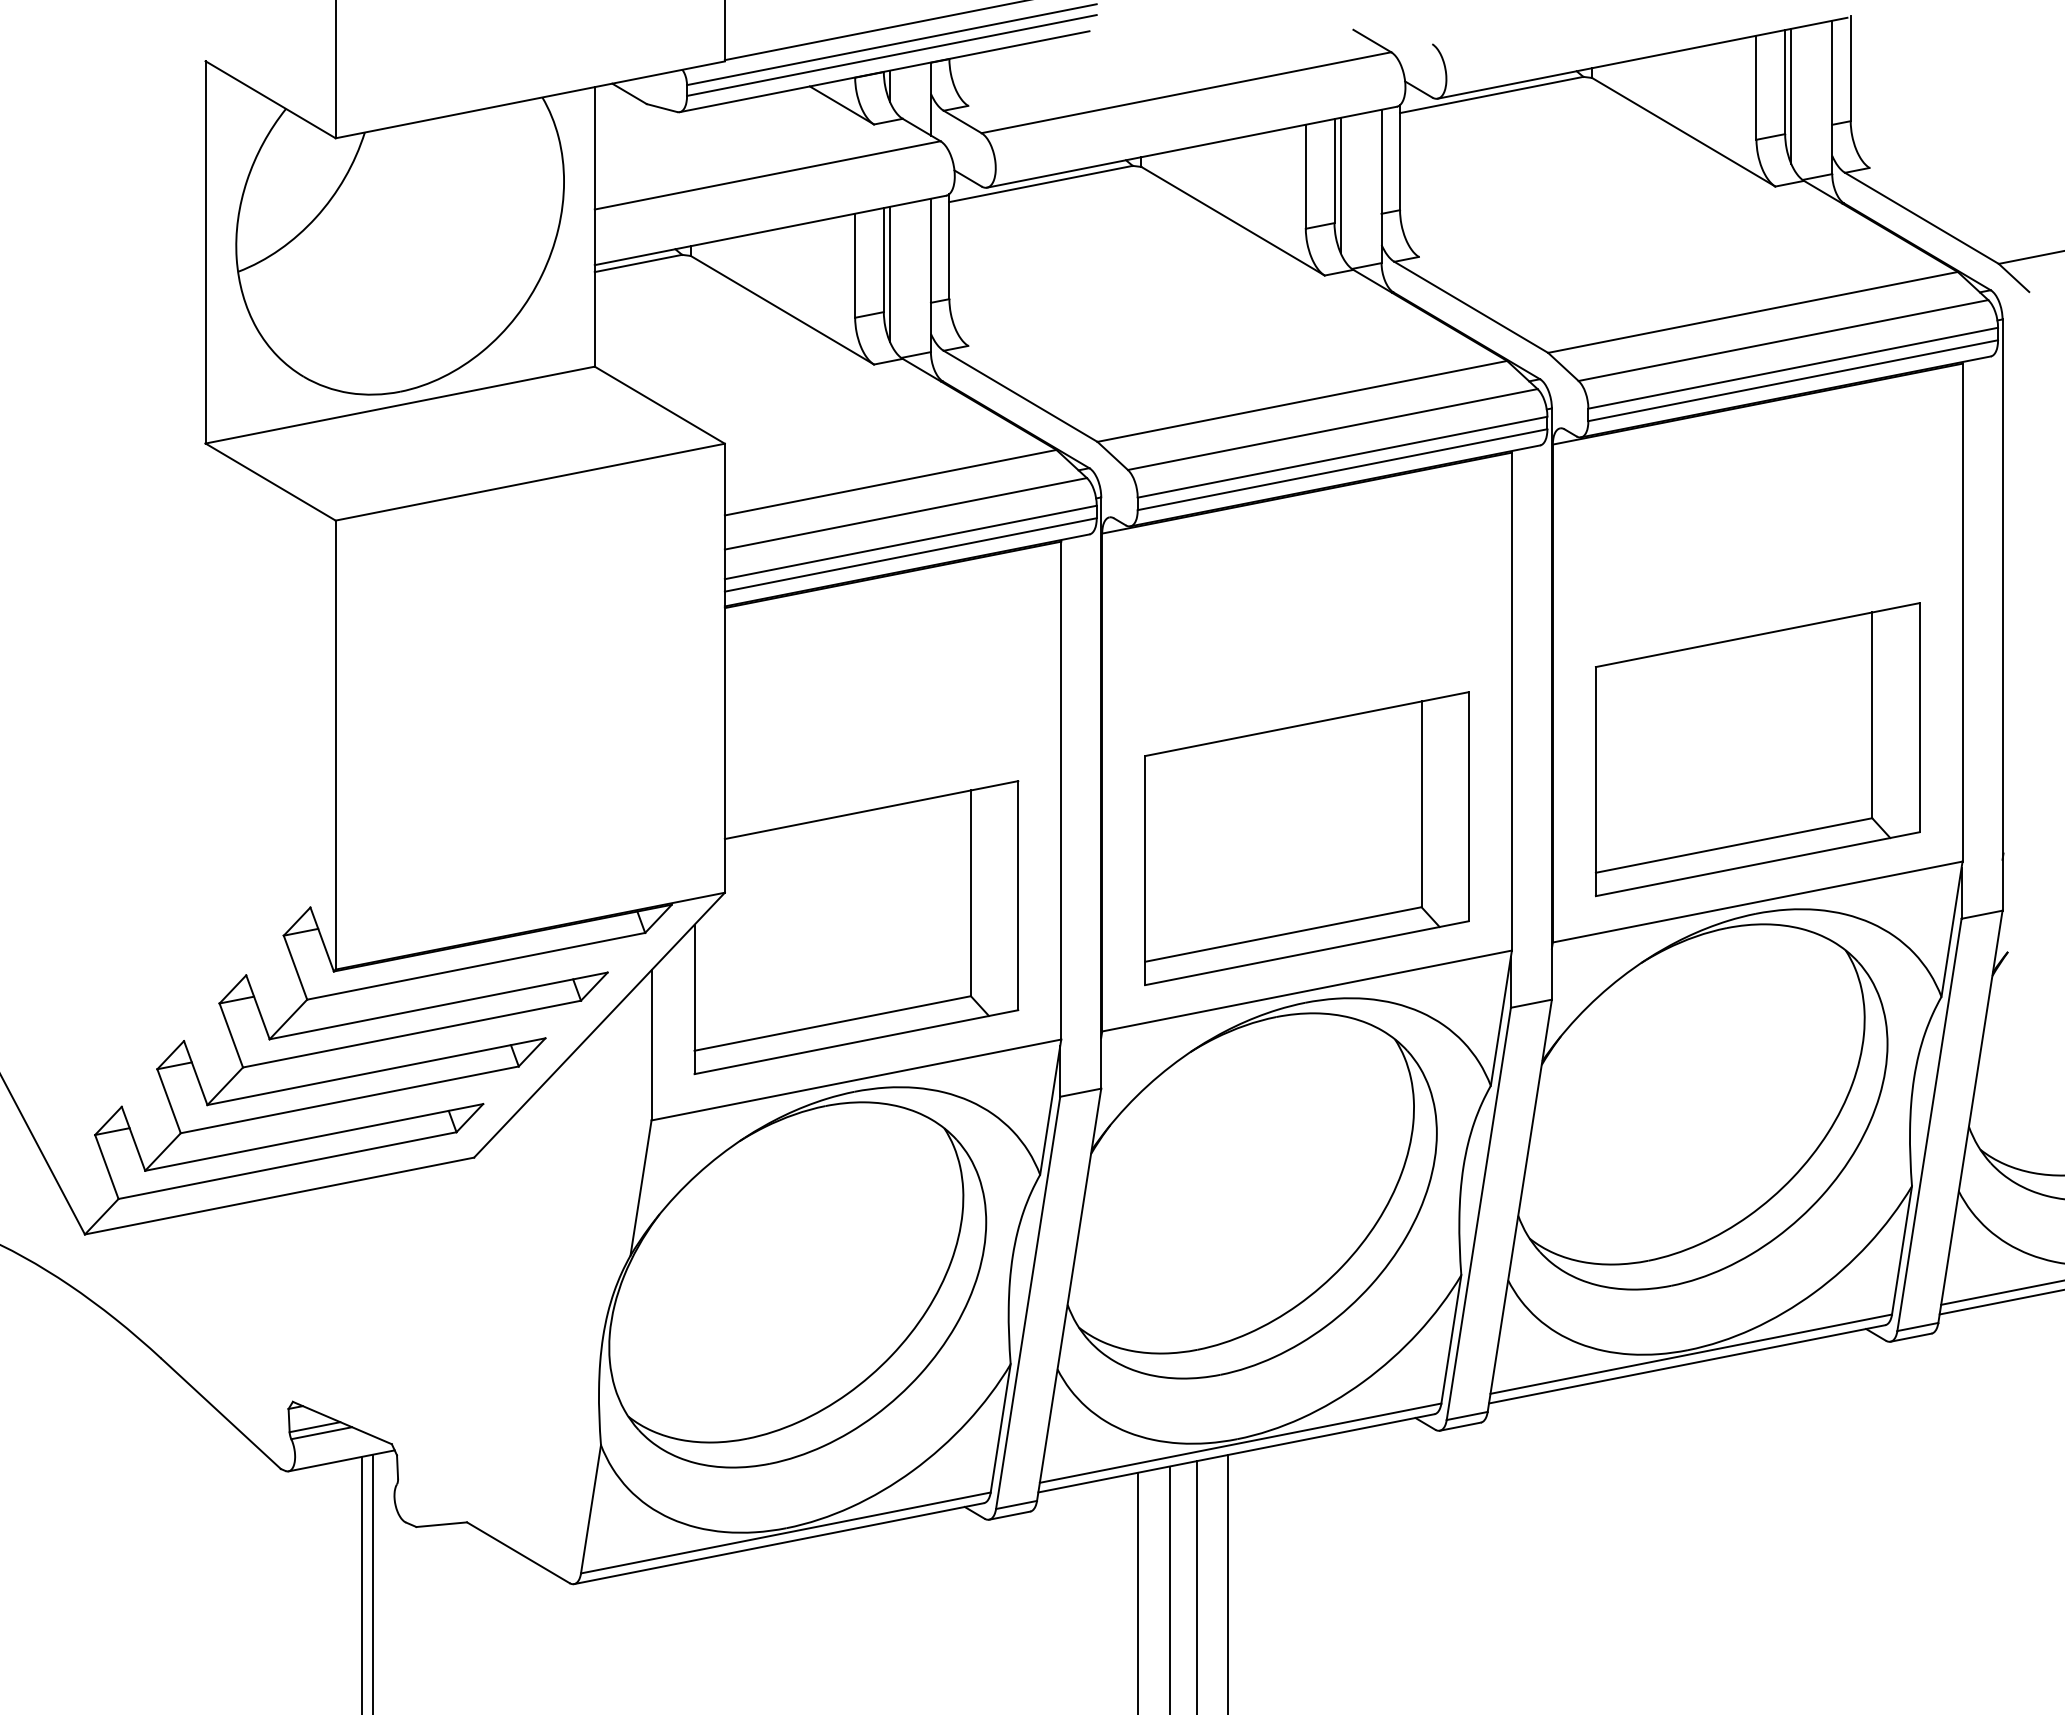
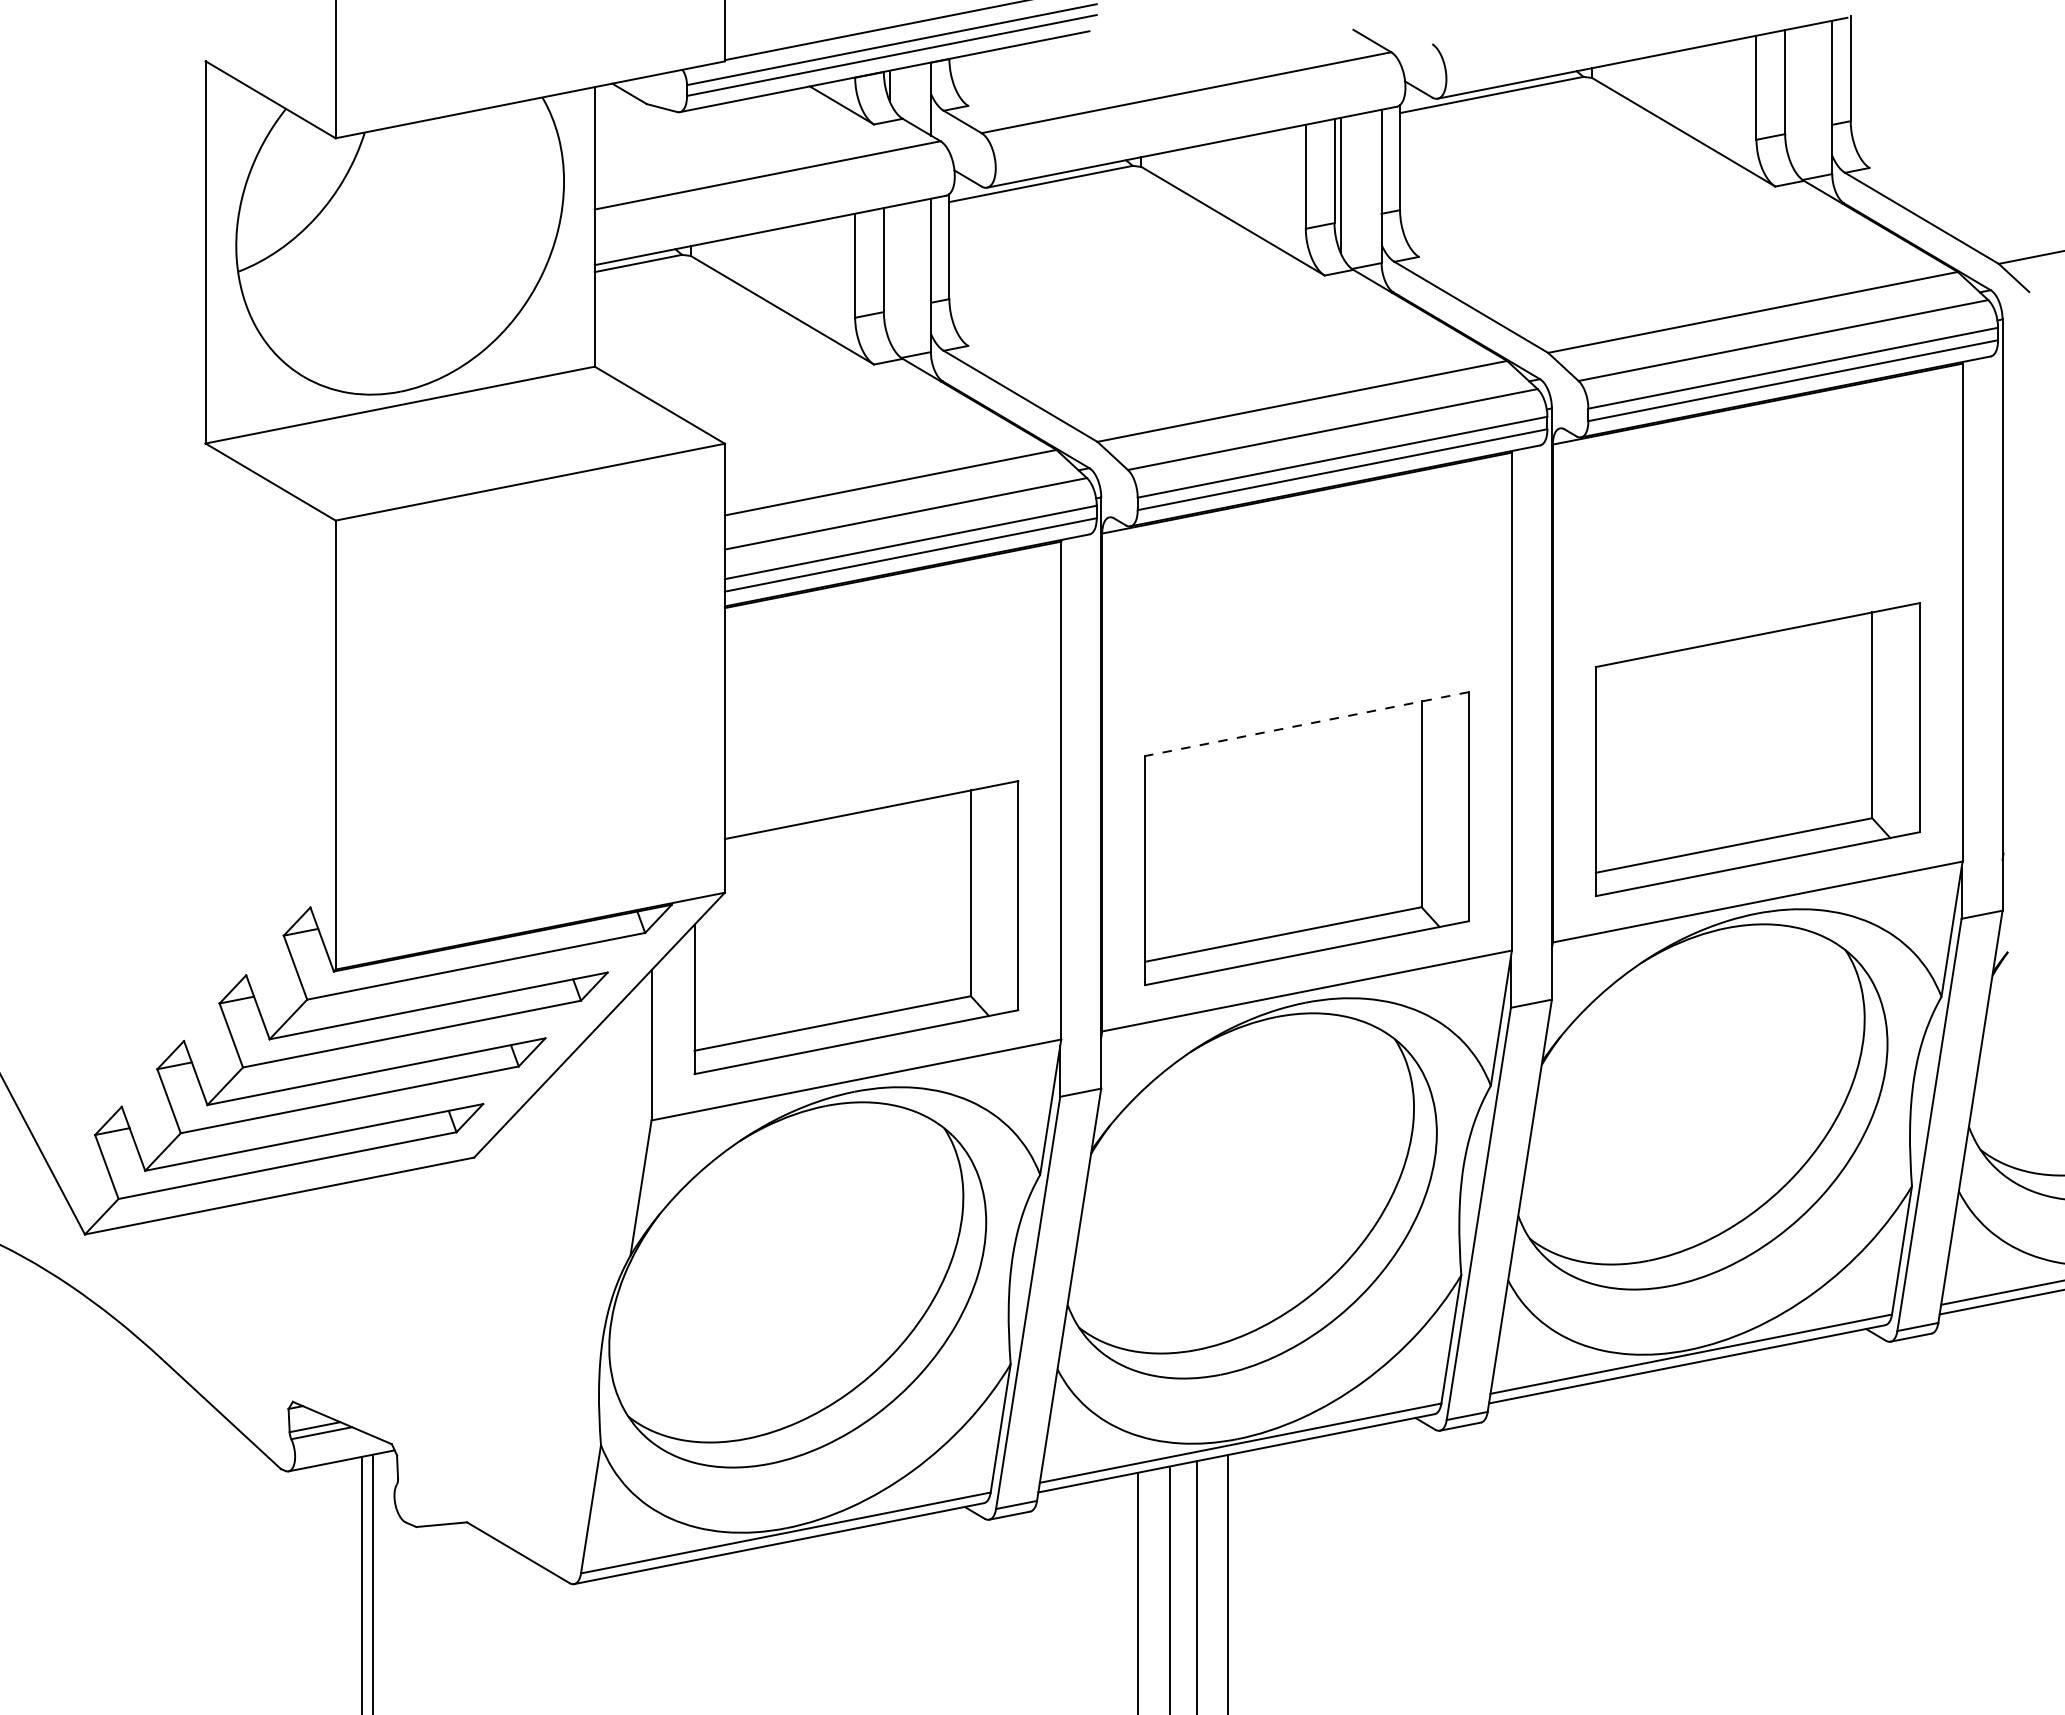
line at (1791, 95): present -> none
line at (889, 273): present -> none
line at (1307, 724): solid -> dashed
